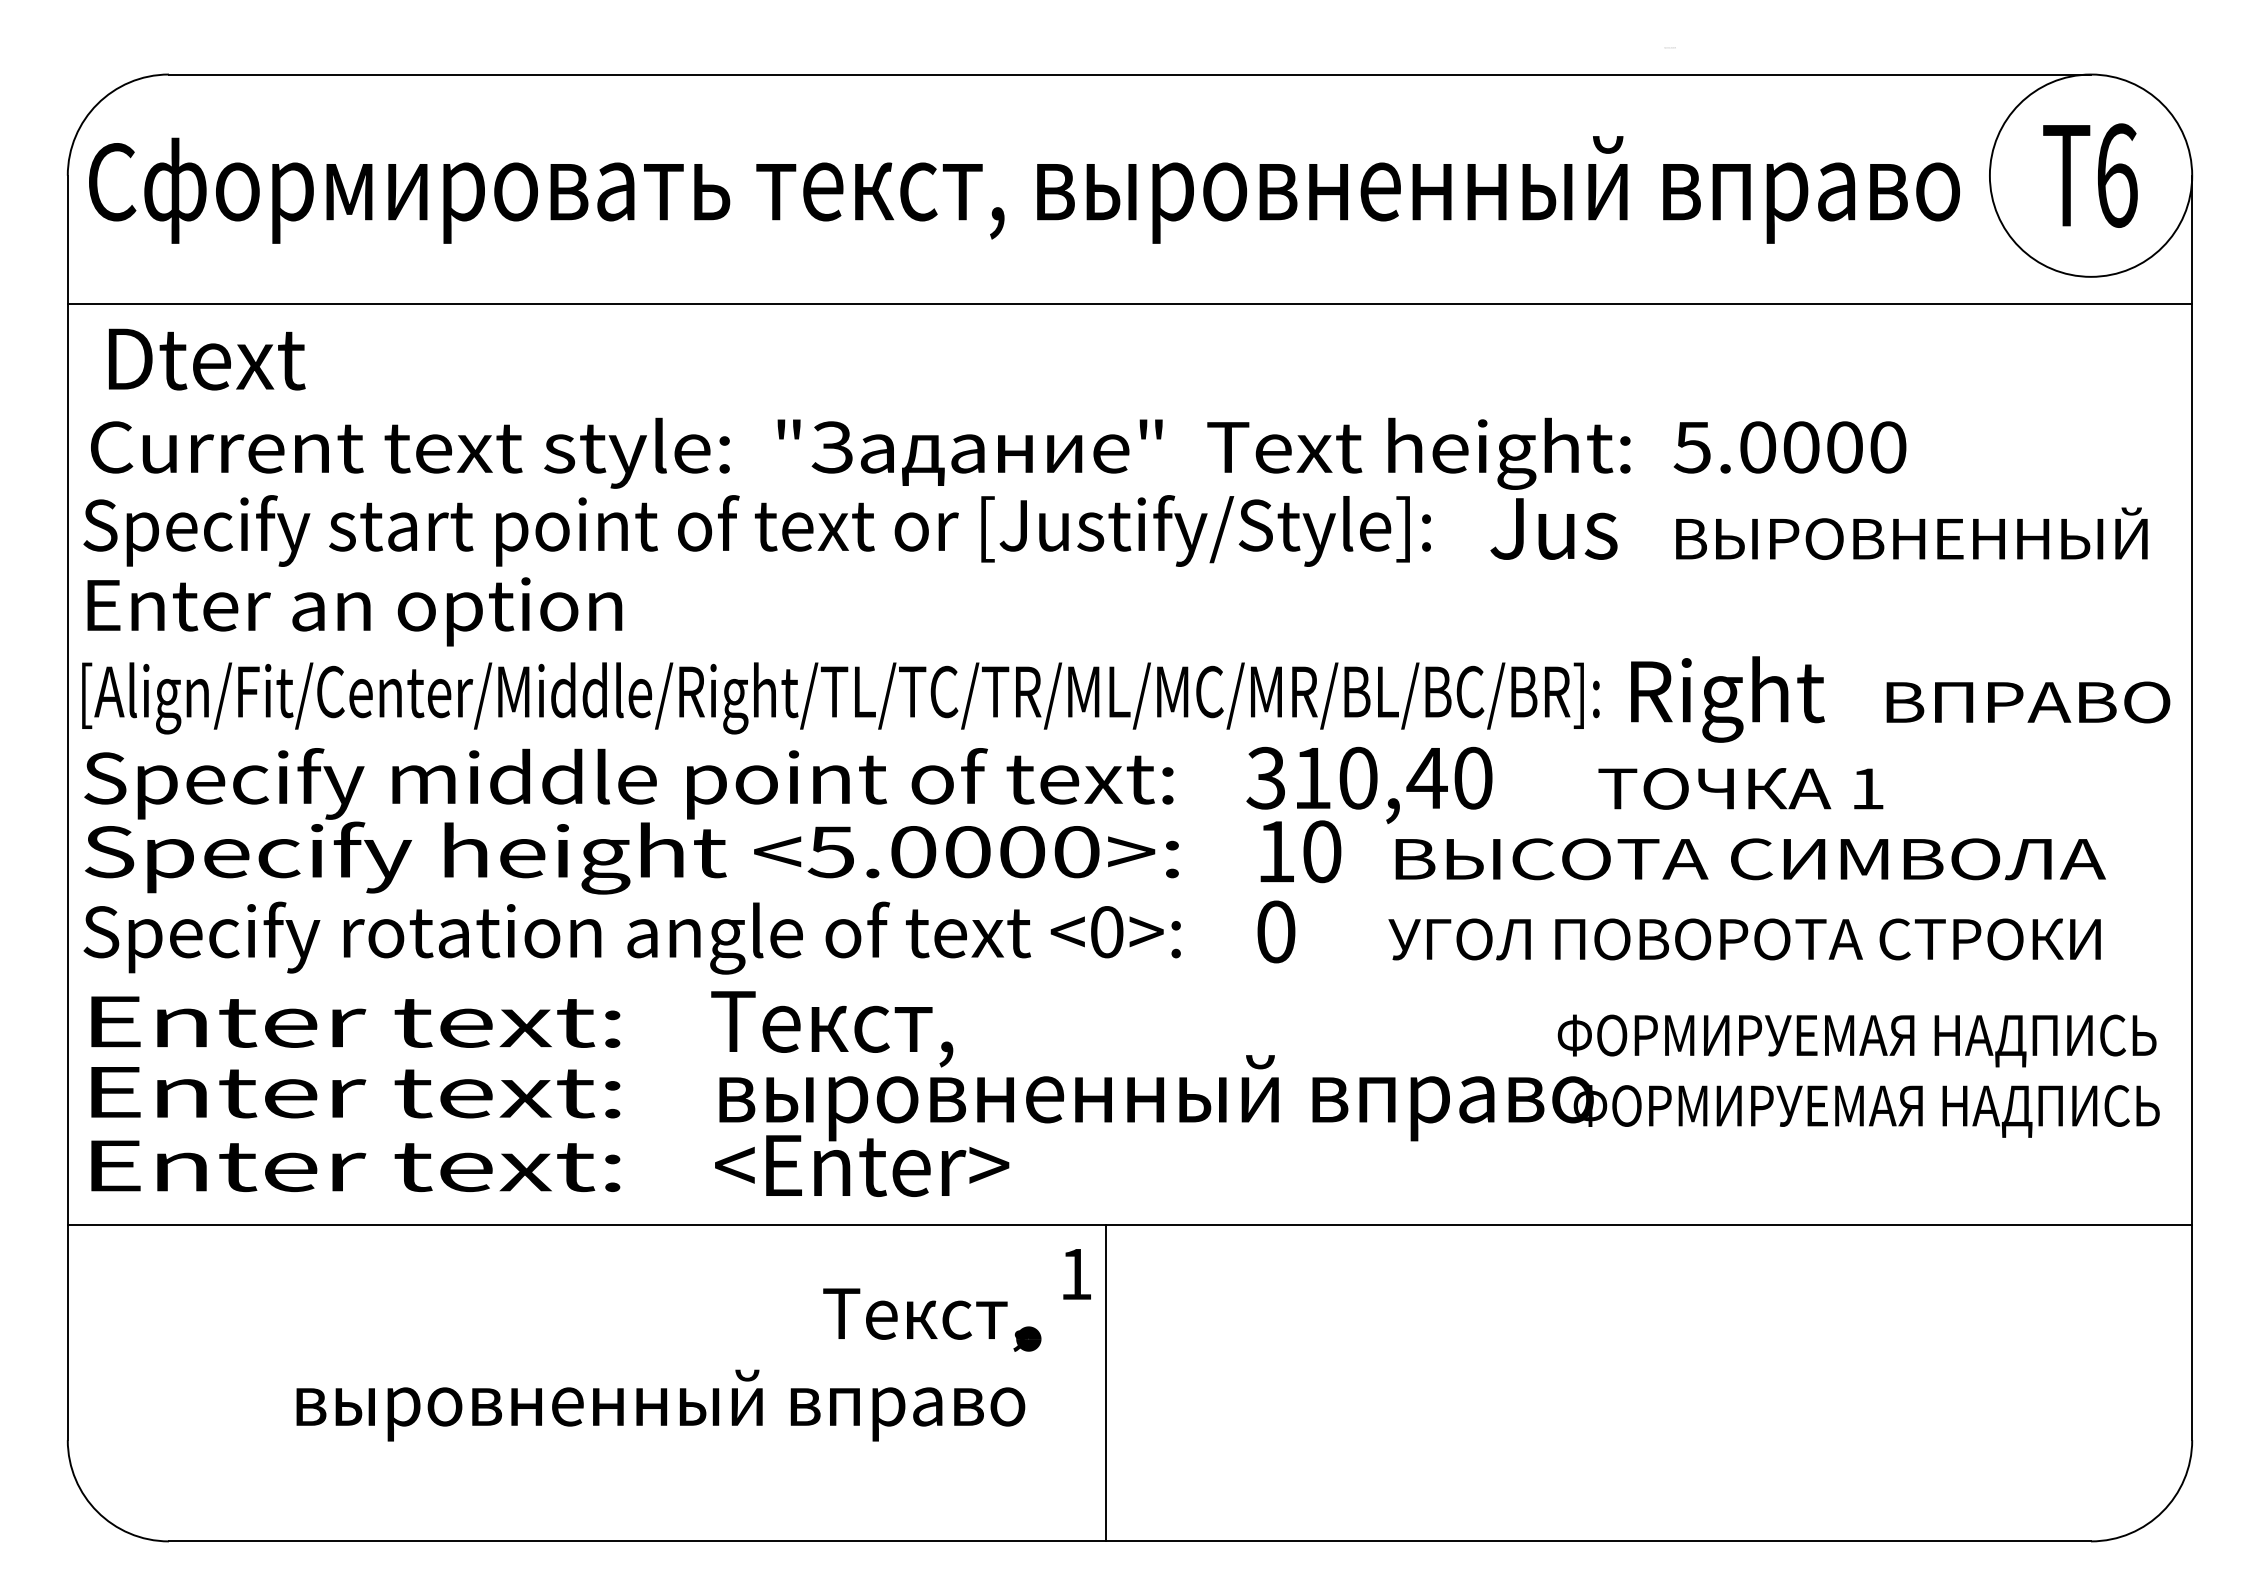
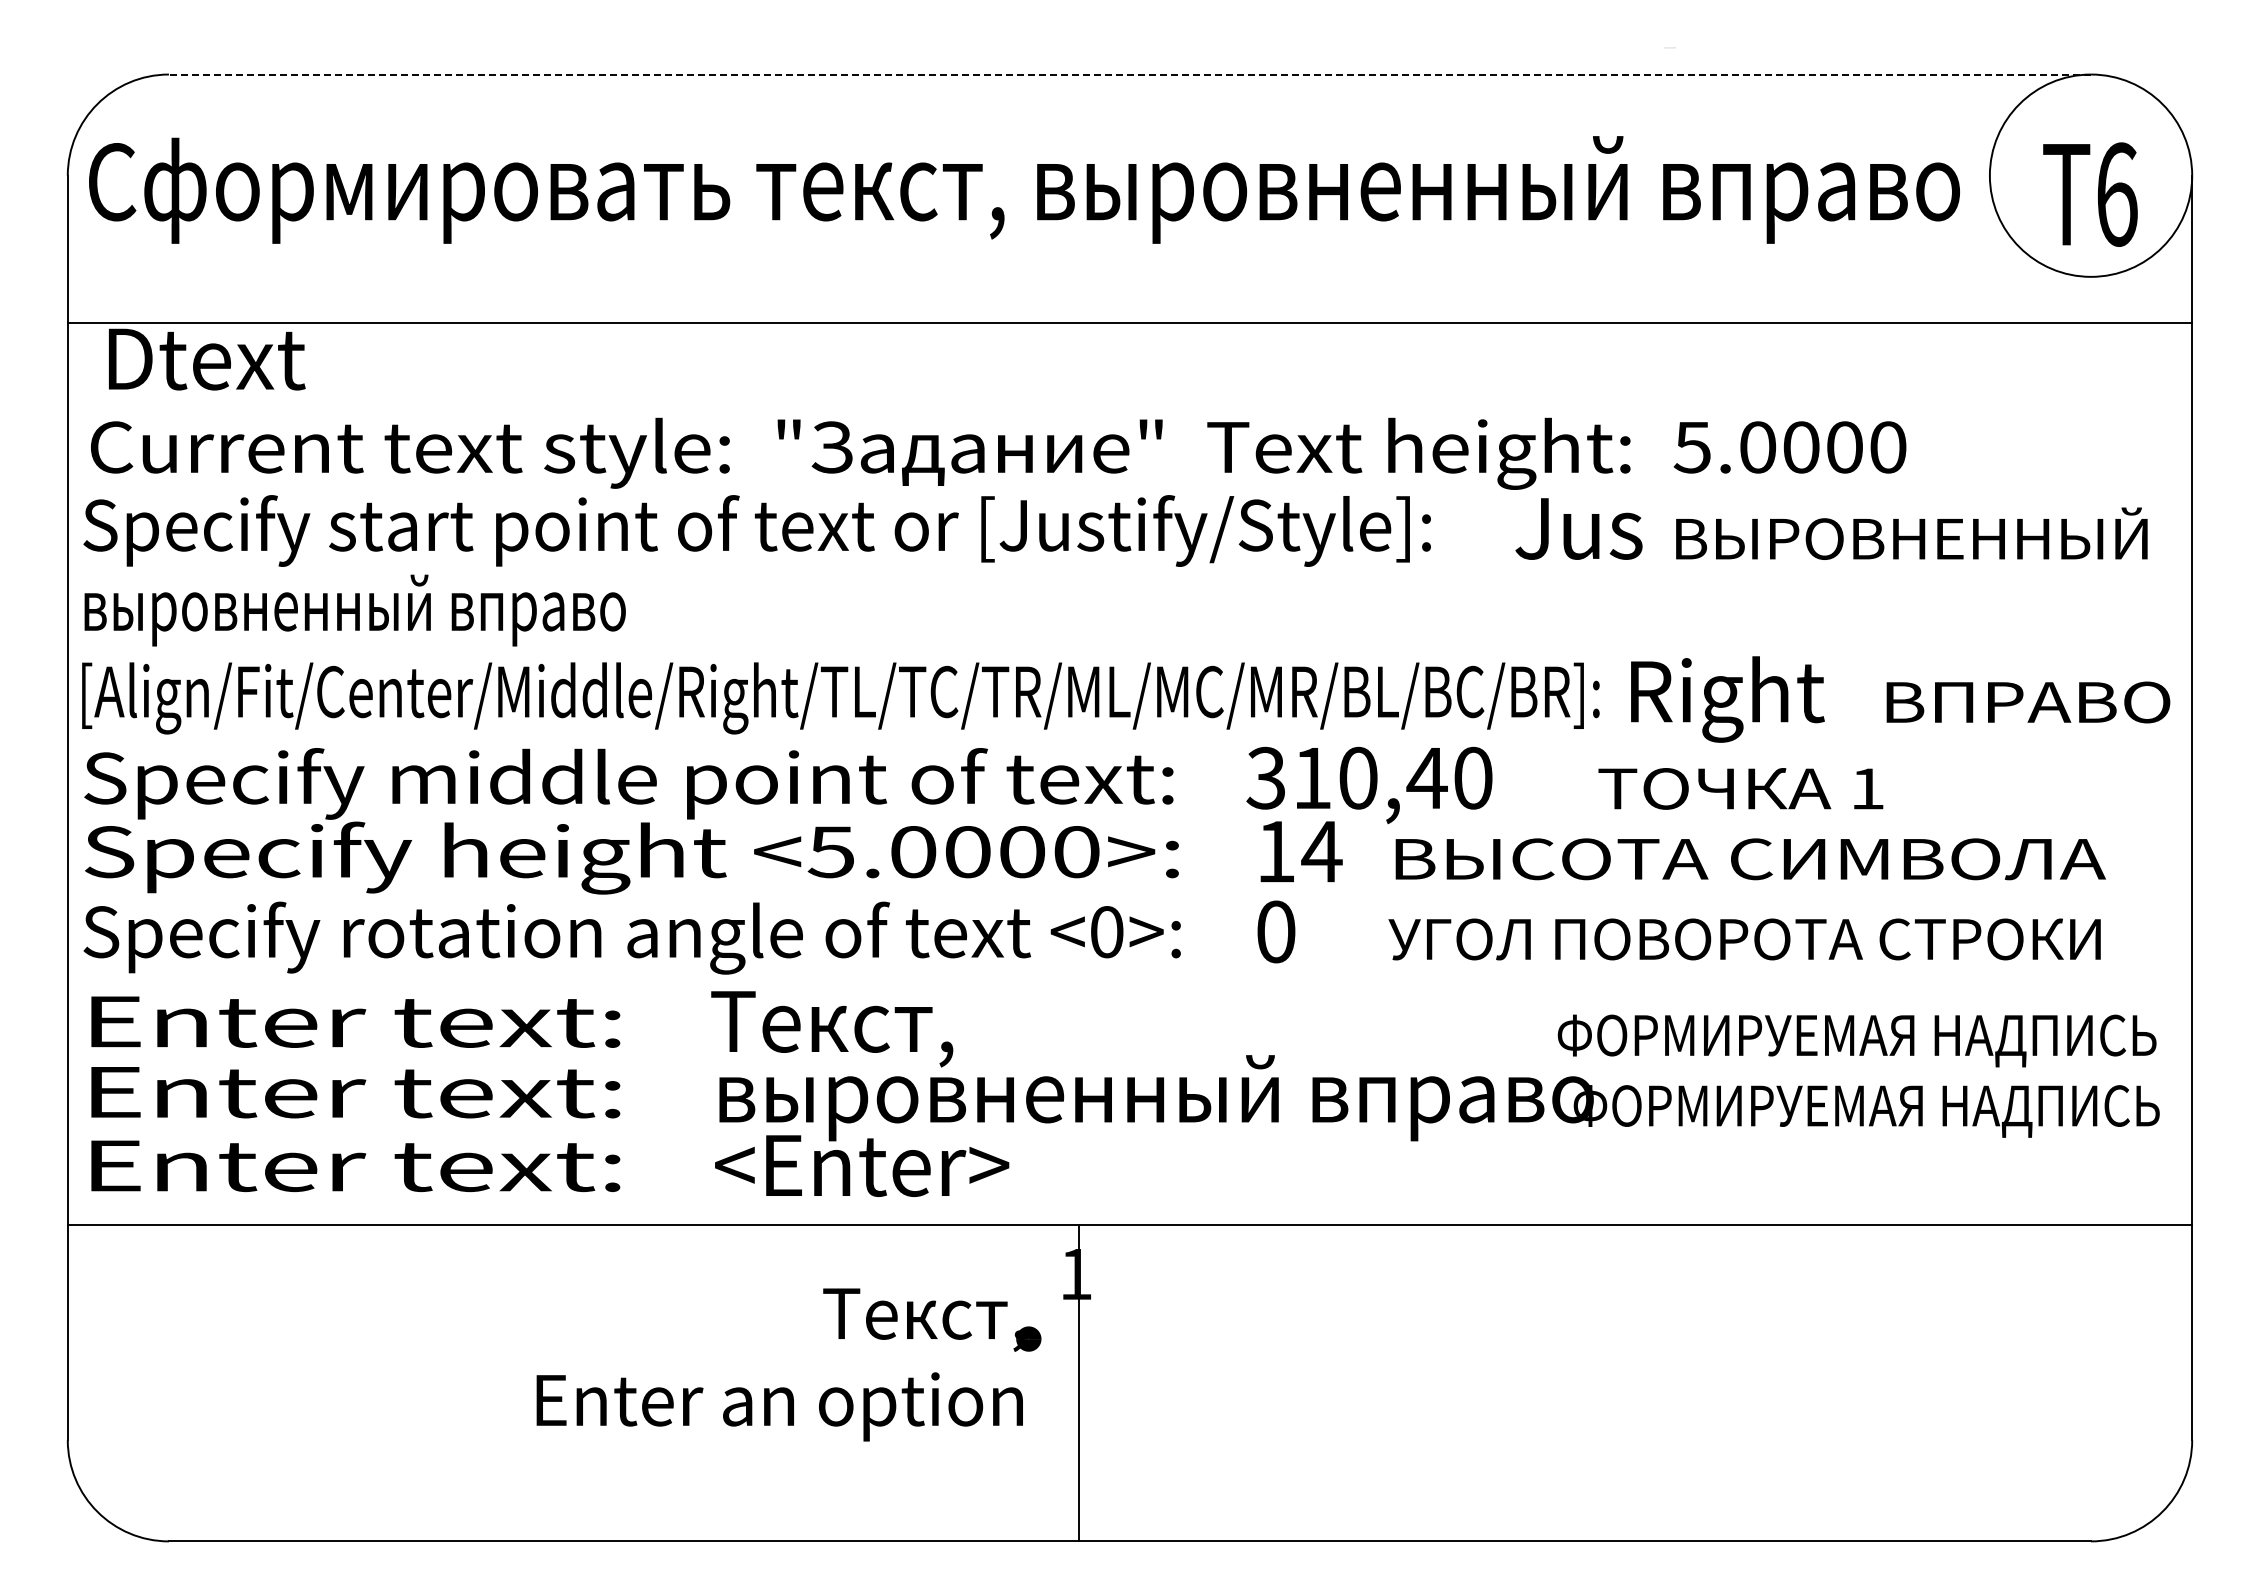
line at (1129, 74): solid -> dashed
text at (2090, 175) position: (2090, 175) -> (2090, 194)
line at (1129, 303) position: (1129, 303) -> (1129, 322)
text at (1553, 528) position: (1553, 528) -> (1578, 528)
text at (354, 610): Enter an option -> выровненный вправо
text at (1321, 851): 10 -> 14
line at (1105, 1383) position: (1105, 1383) -> (1078, 1383)
text at (660, 1405): выровненный вправо -> Enter an option
